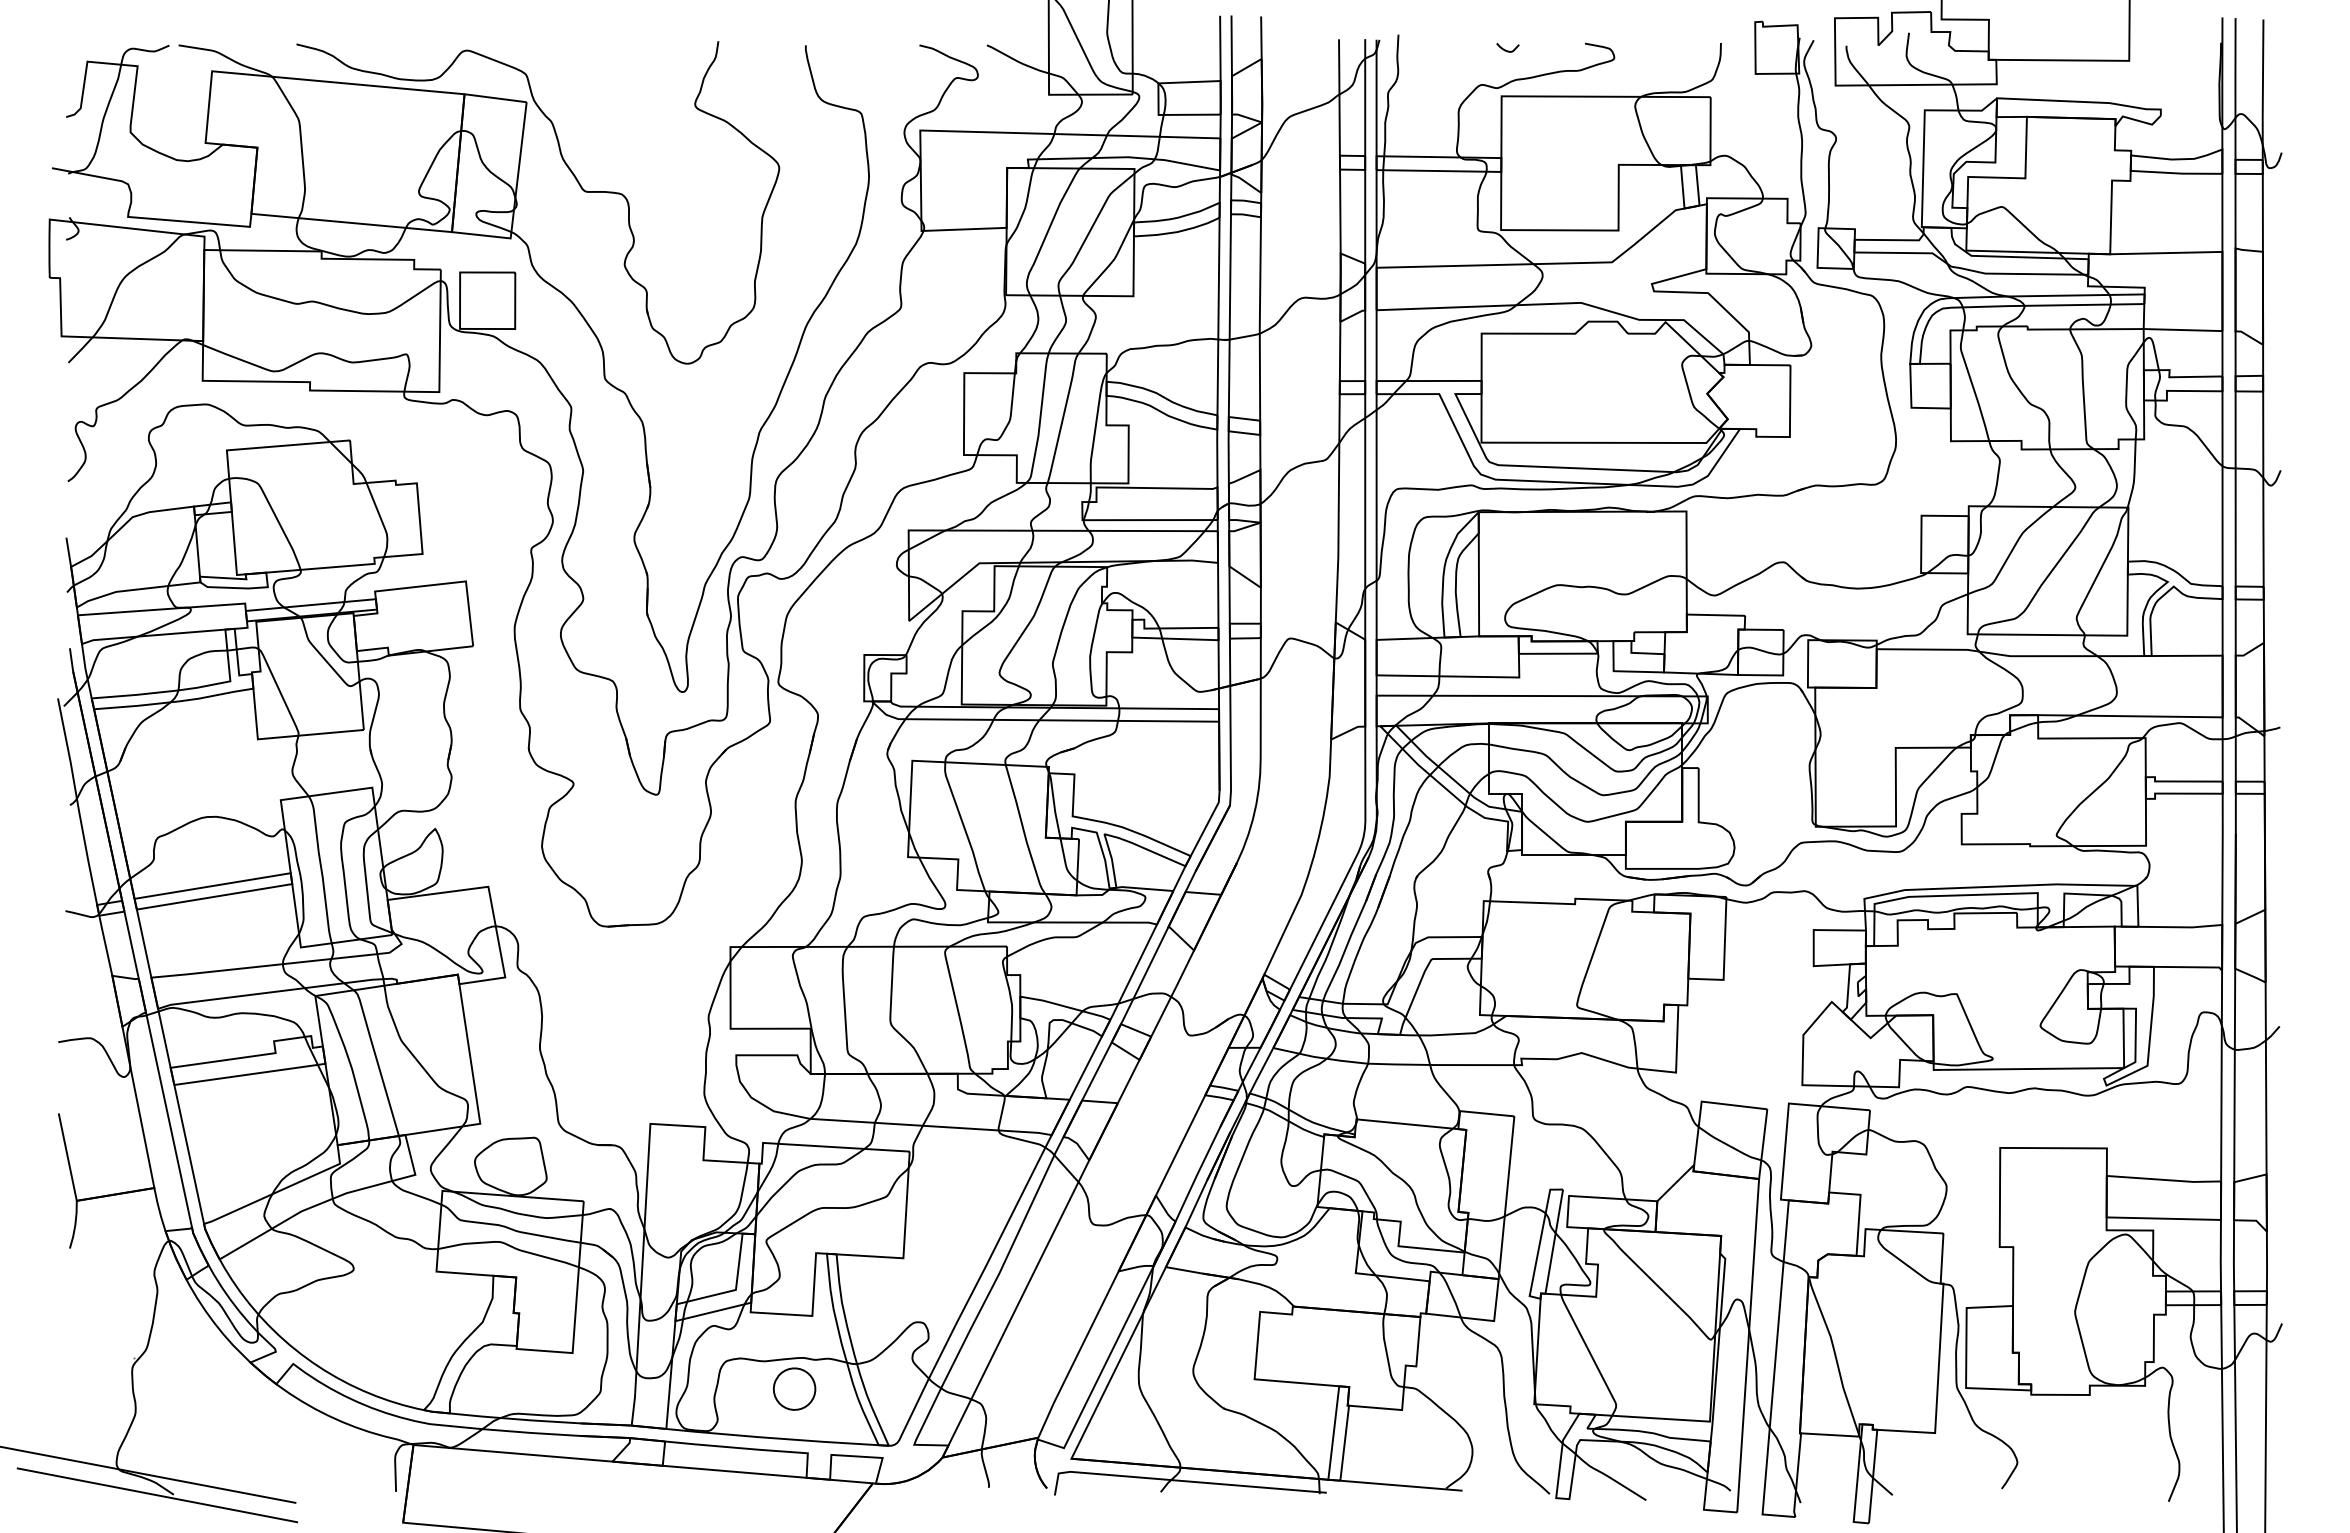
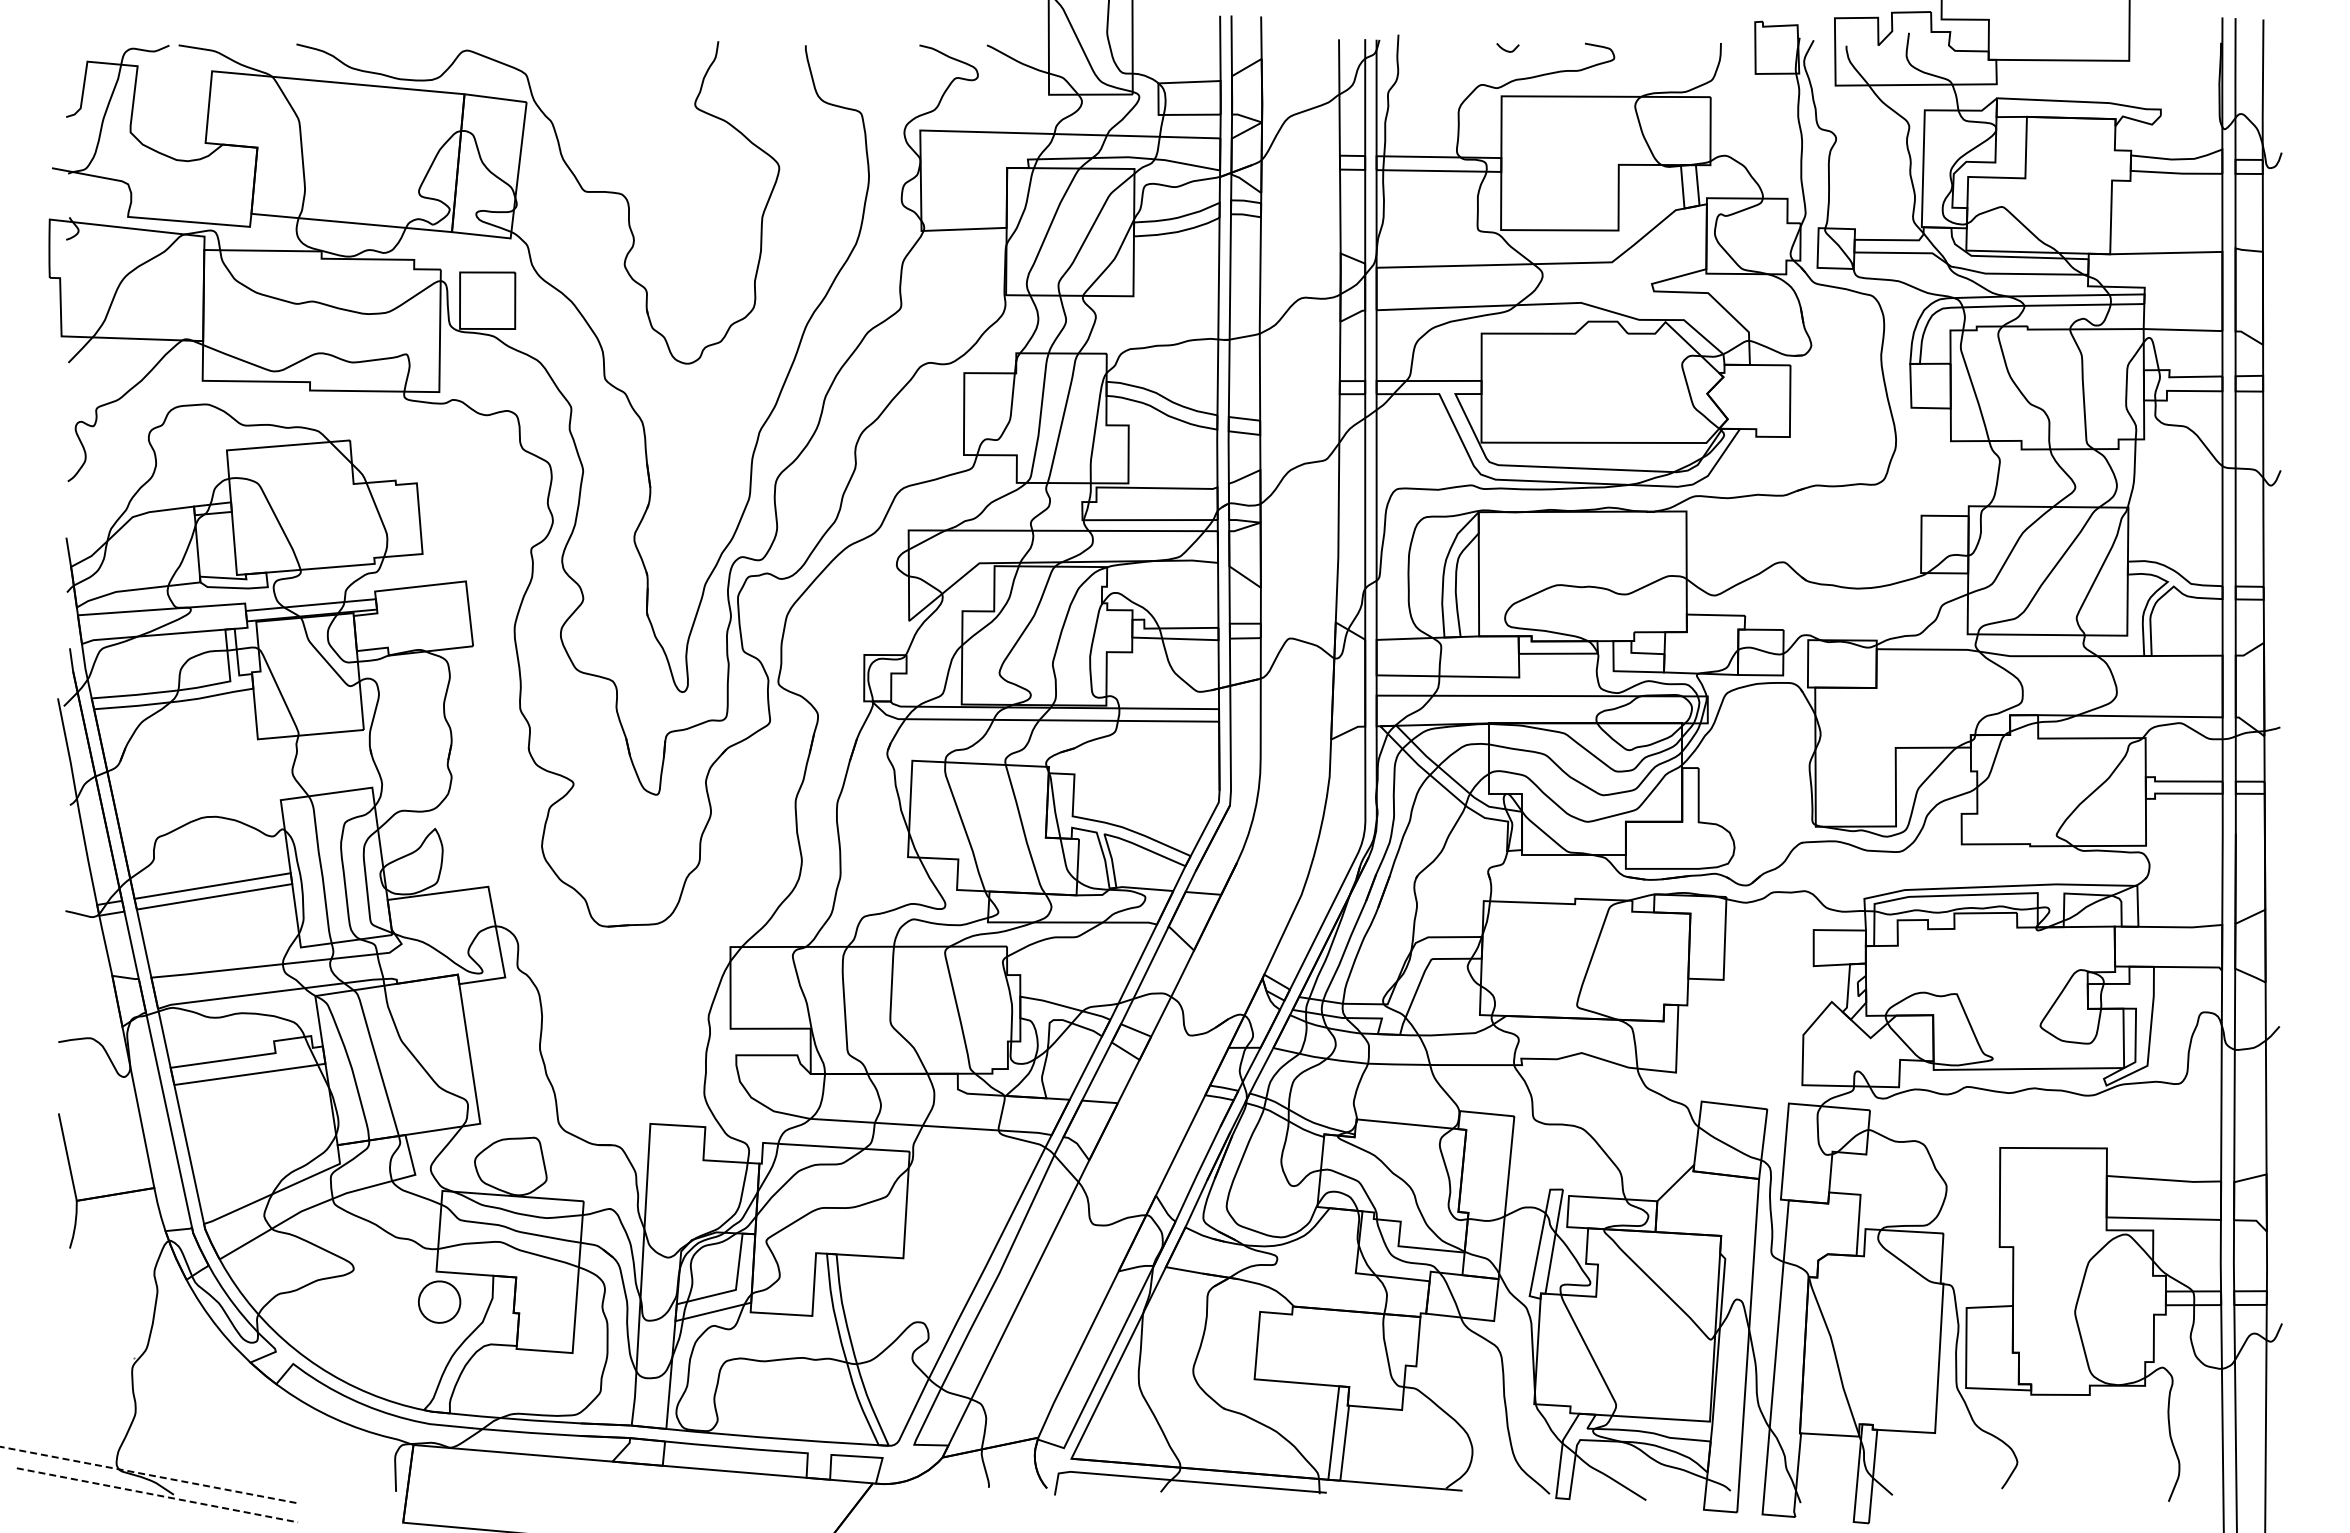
part at (794, 1388) position: (794, 1388) -> (439, 1301)
line at (148, 1474): solid -> dashed
line at (157, 1495): solid -> dashed
